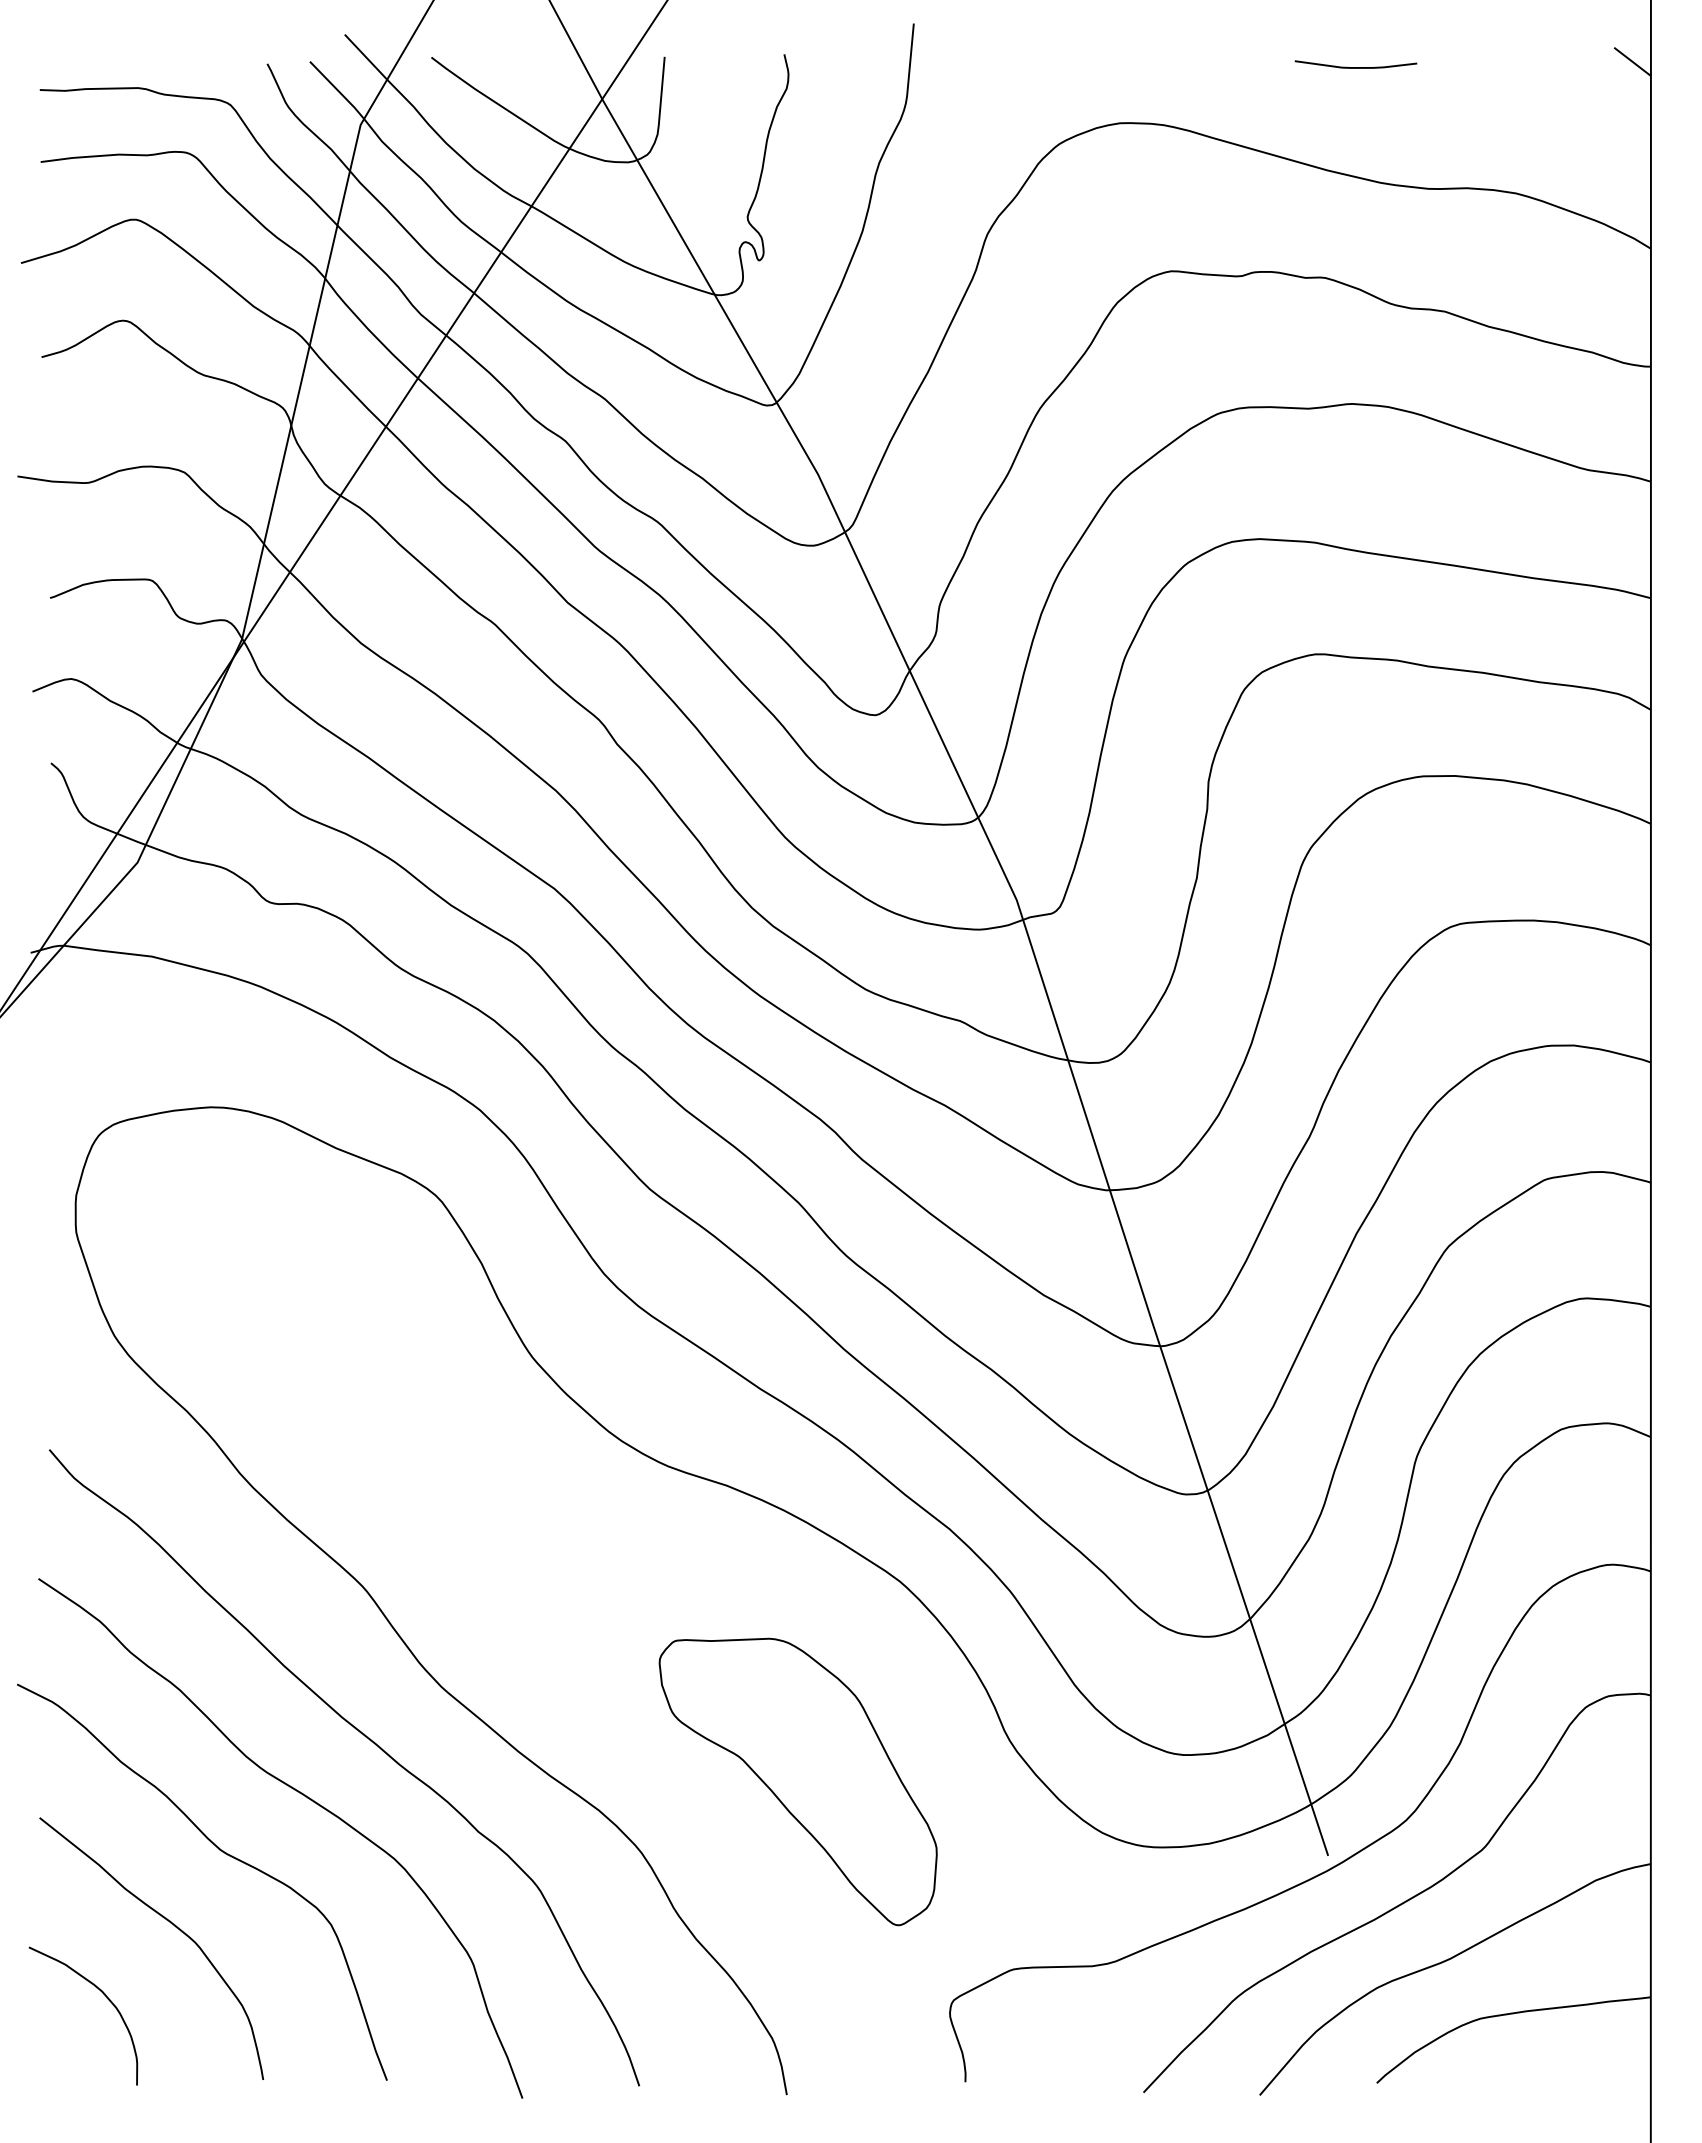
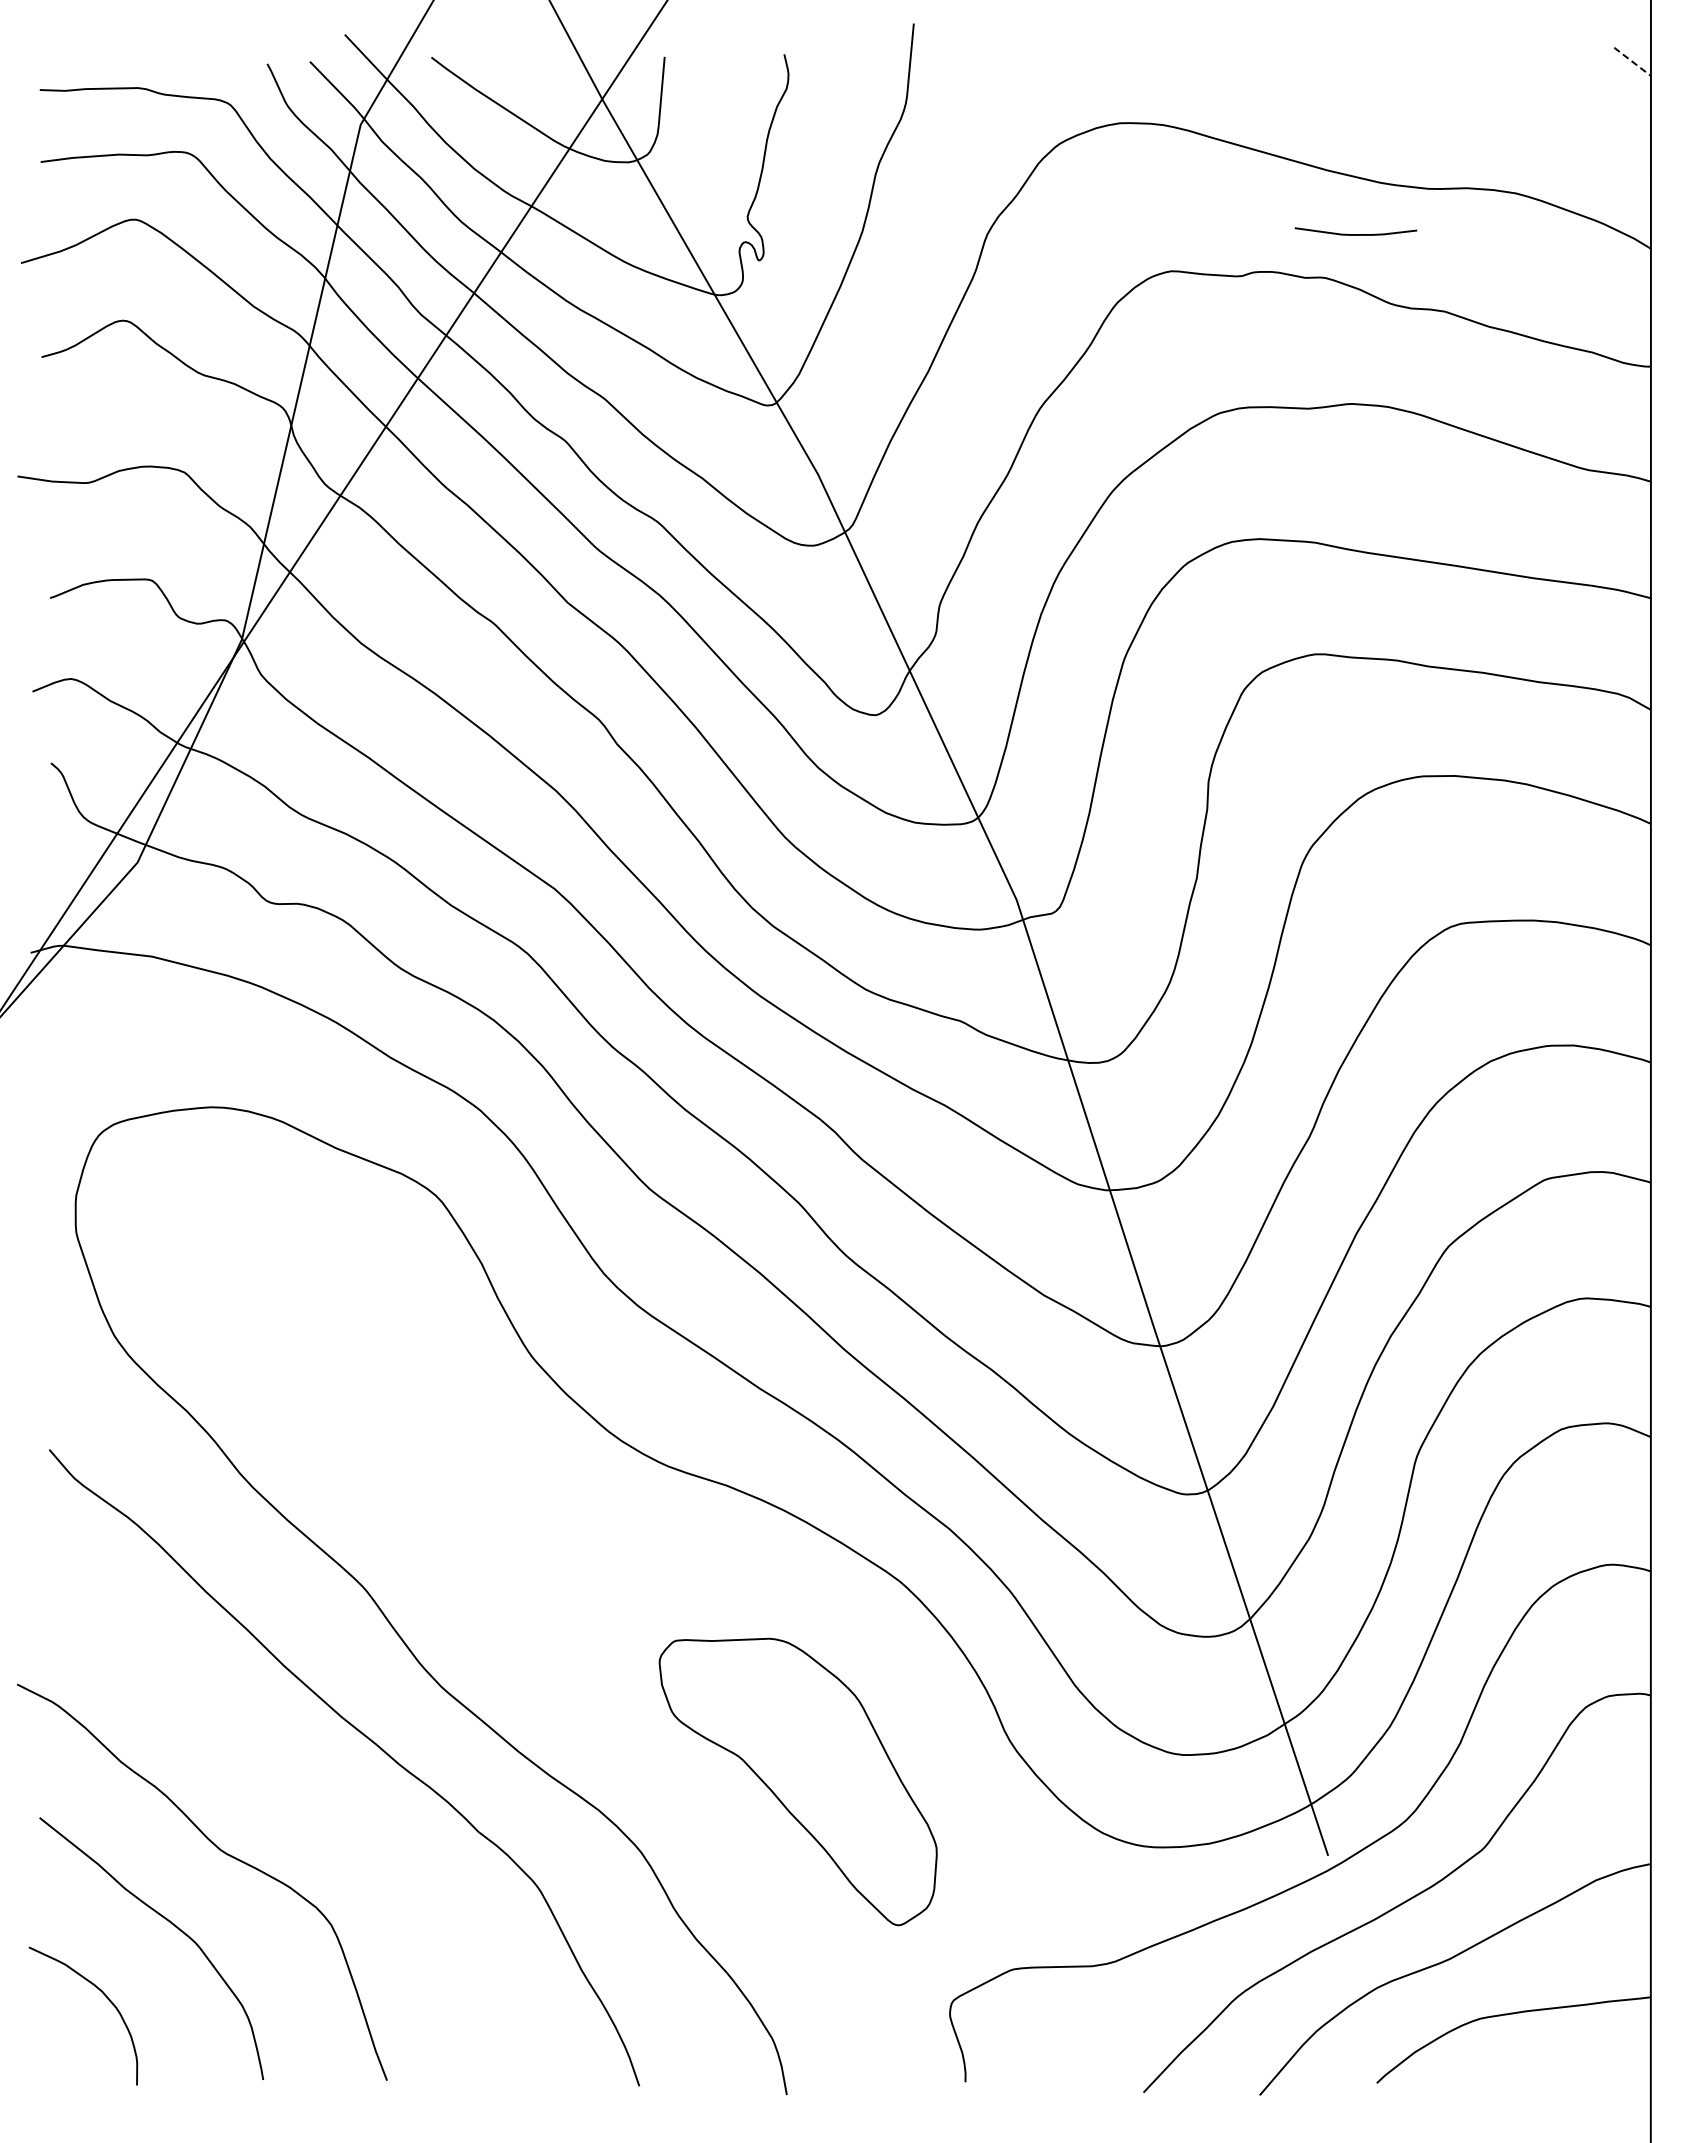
line at (1632, 62): solid -> dashed
curve at (1355, 67) position: (1355, 67) -> (1355, 234)
curve at (305, 1797): present -> none
